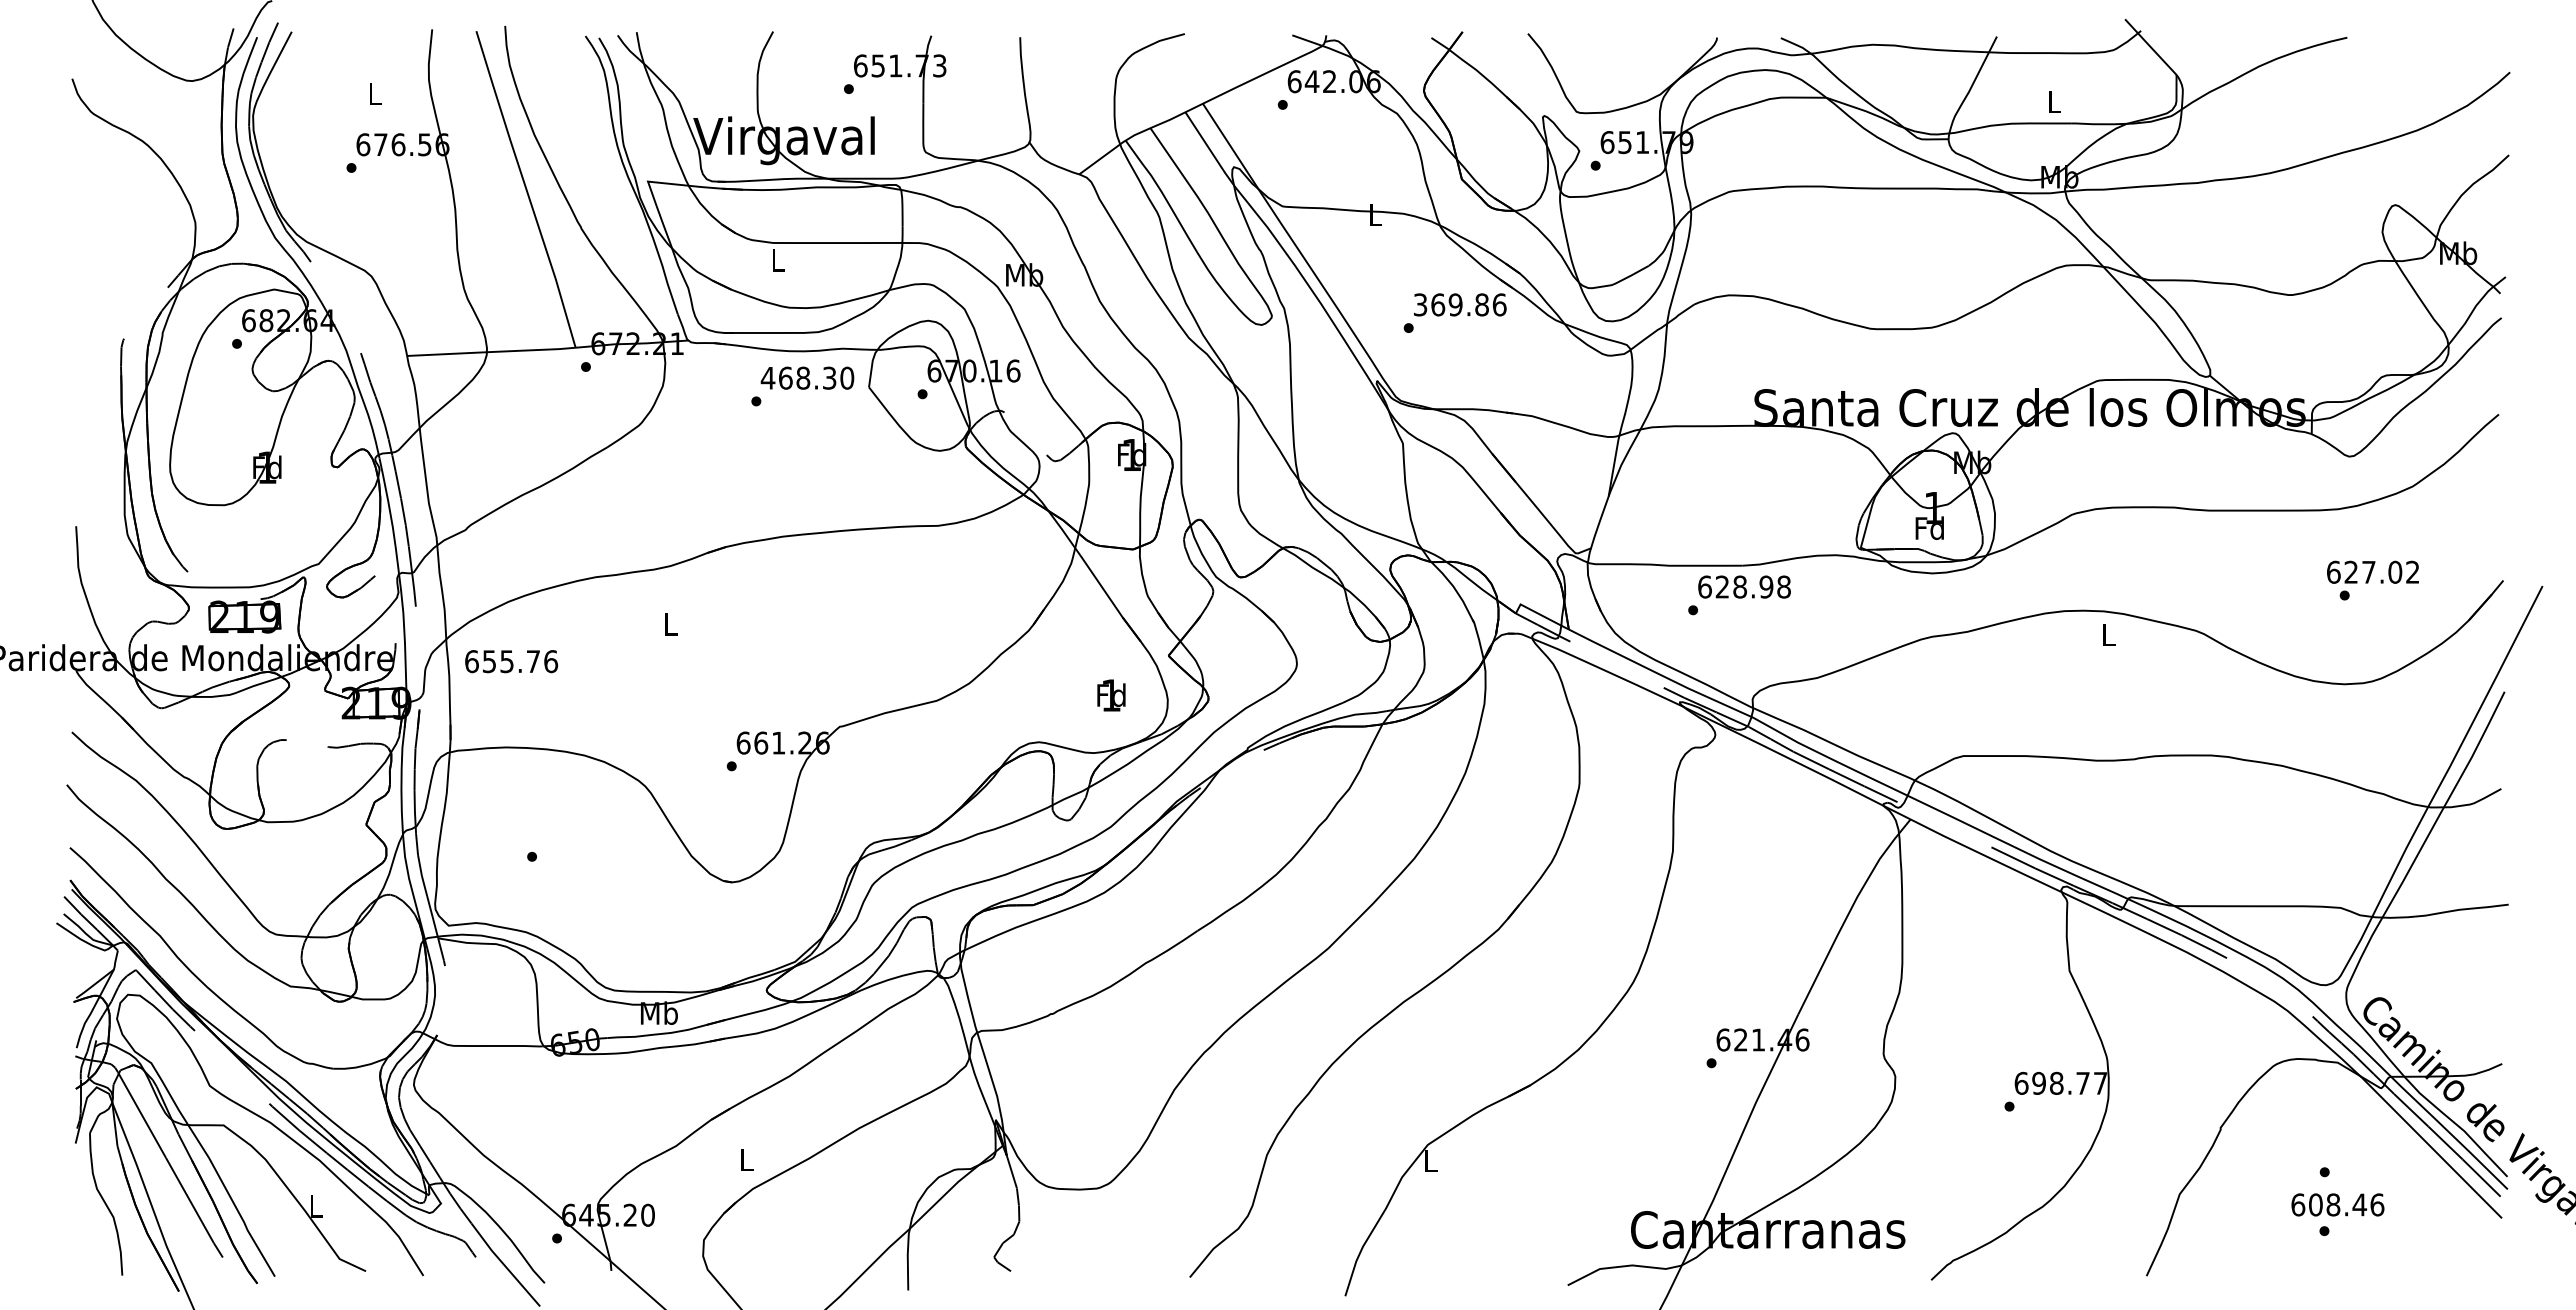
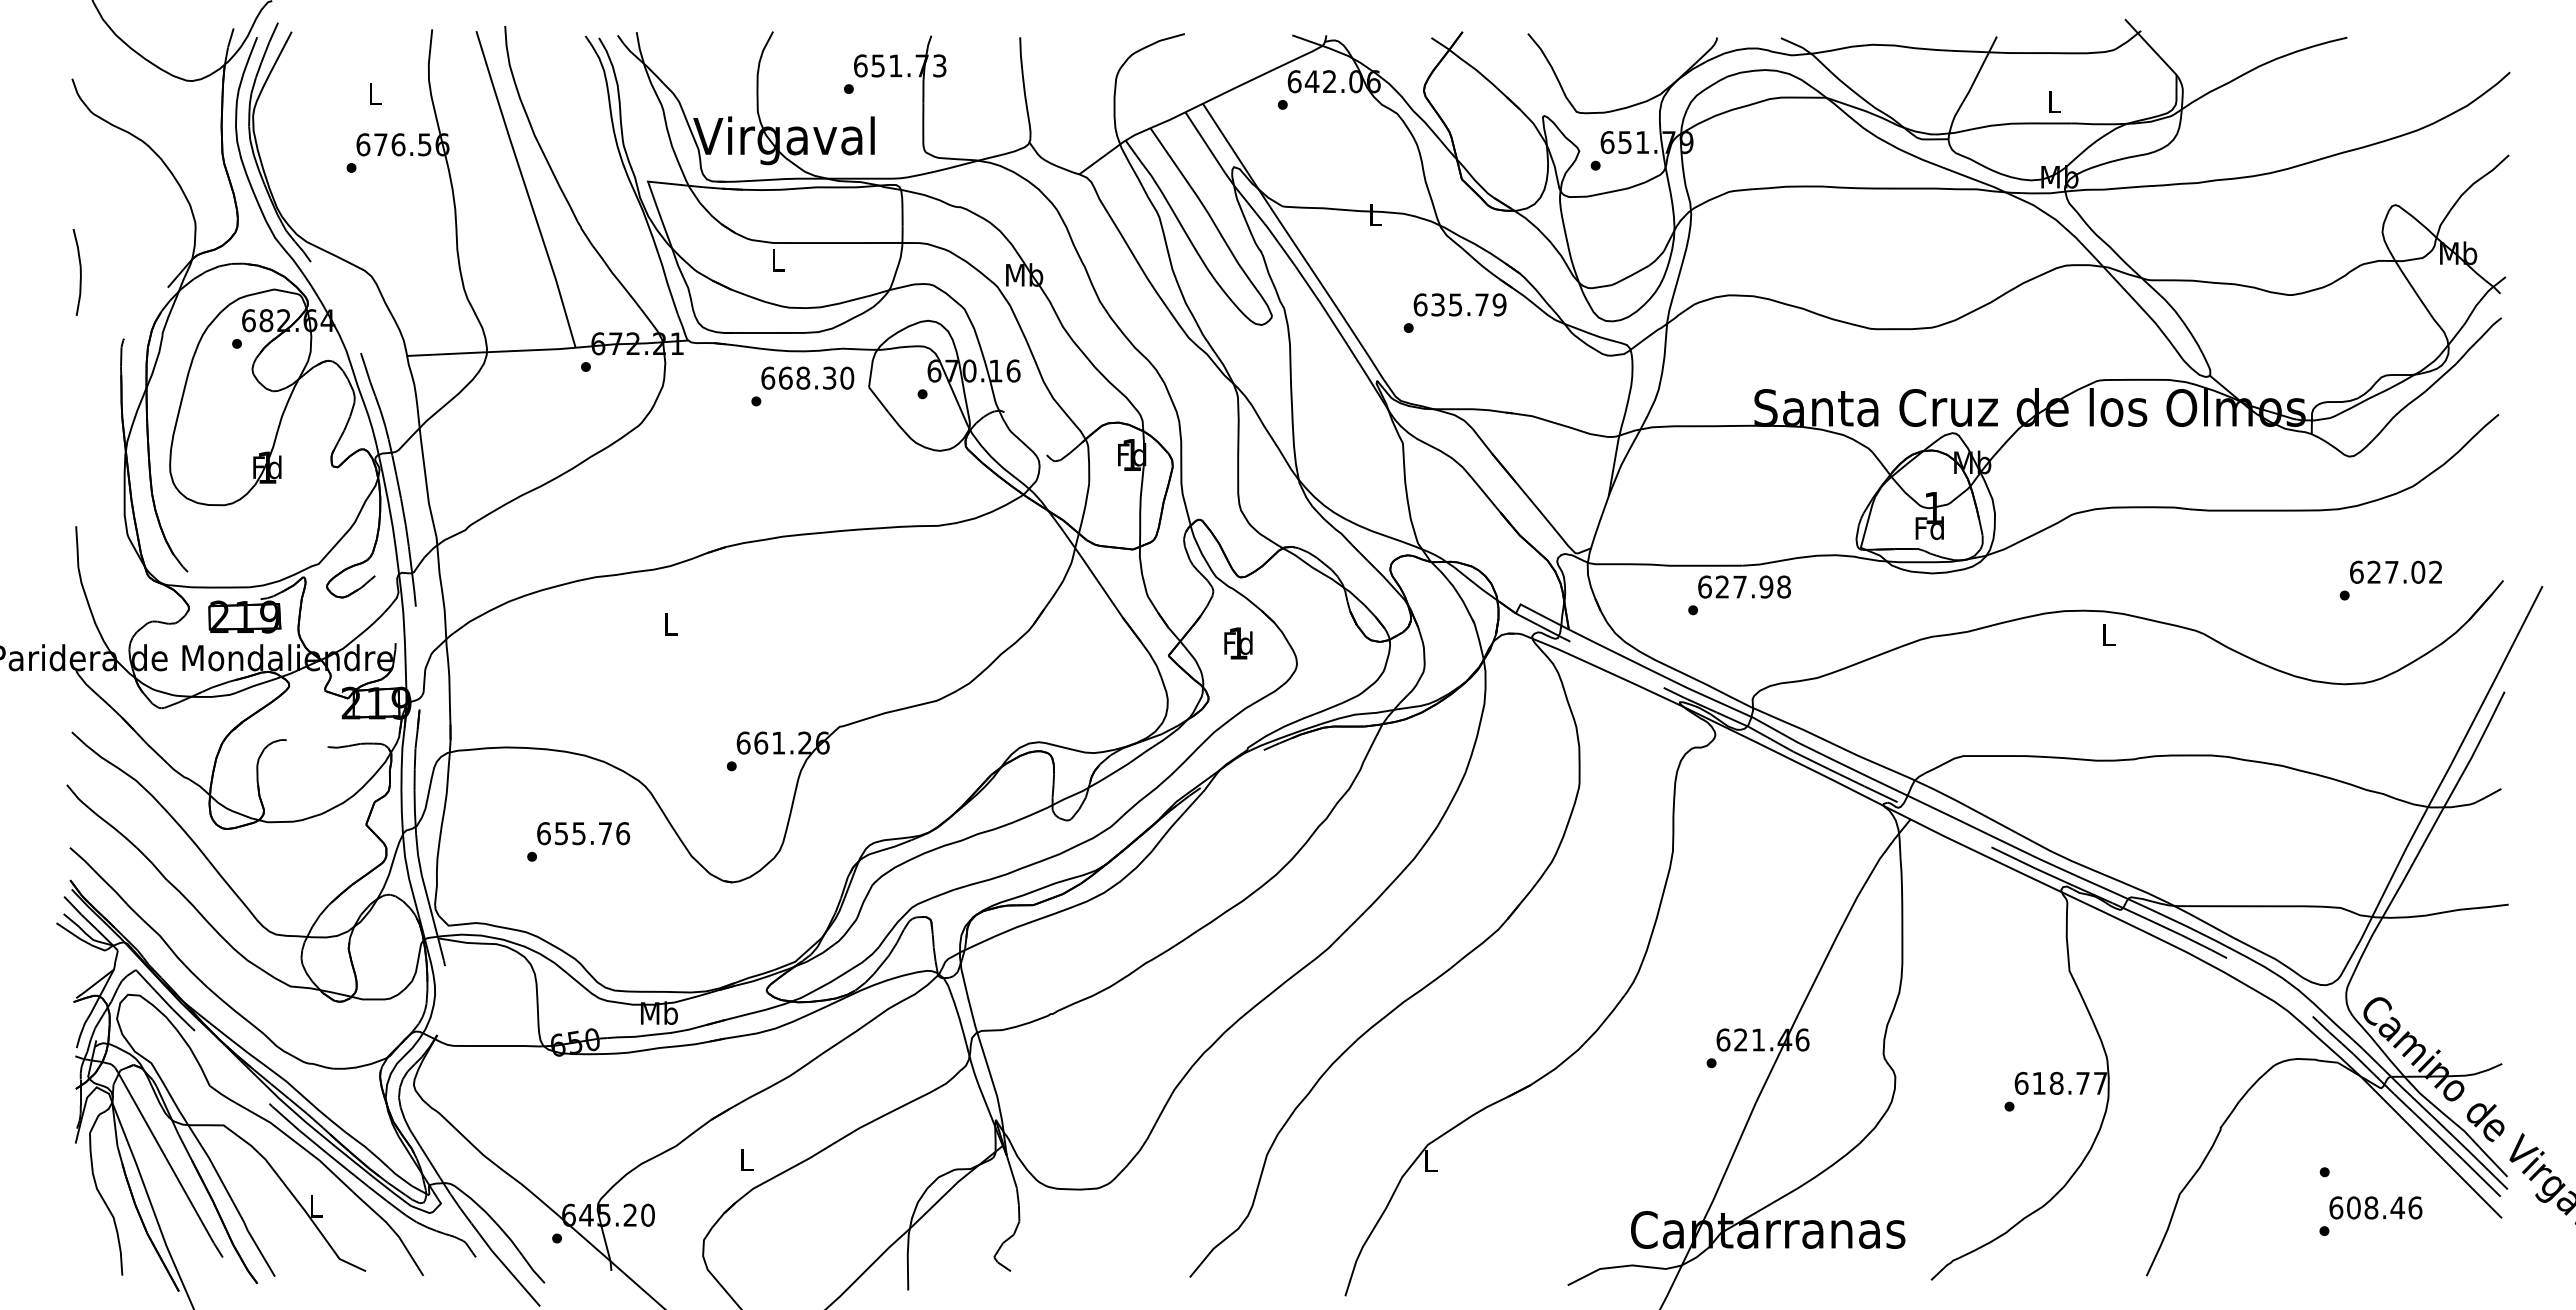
curve at (79, 271): none -> present
text at (1459, 304): 369.86 -> 635.79
text at (767, 377): 468.30 -> 668.30
text at (2372, 571) position: (2372, 571) -> (2395, 571)
text at (1739, 586): 628.98 -> 627.98
text at (511, 661) position: (511, 661) -> (583, 833)
text at (1111, 695) position: (1111, 695) -> (1238, 643)
text at (2038, 1082): 698.77 -> 618.77
text at (2337, 1204) position: (2337, 1204) -> (2375, 1207)
